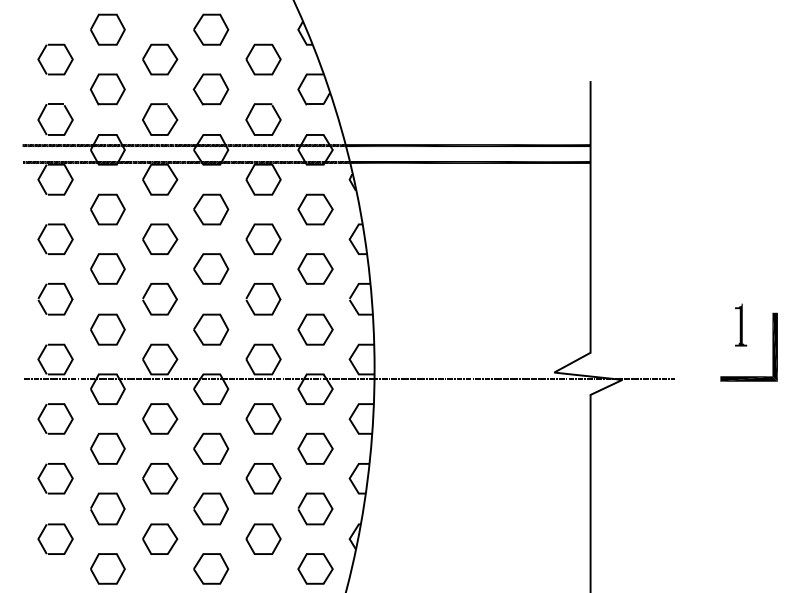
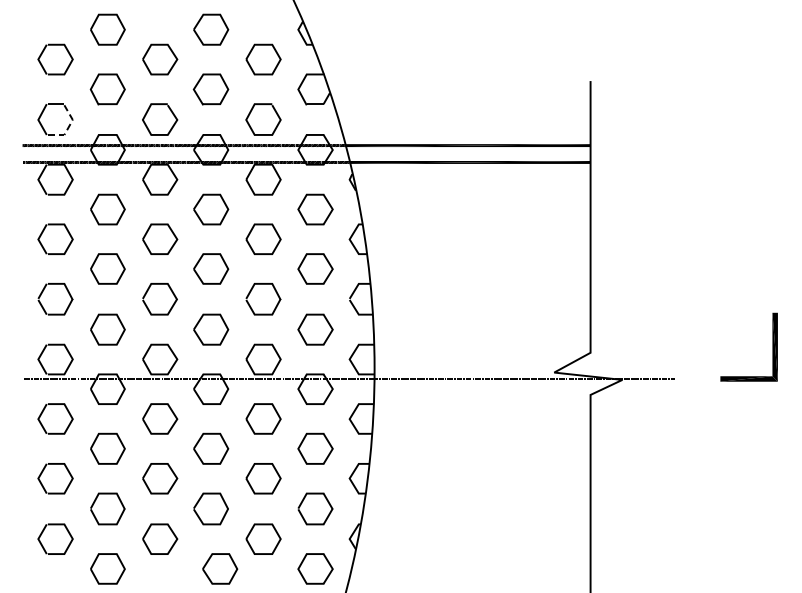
line at (68, 127): solid -> dashed
fill at (741, 324): present -> none
part at (211, 568) position: (211, 568) -> (220, 568)
